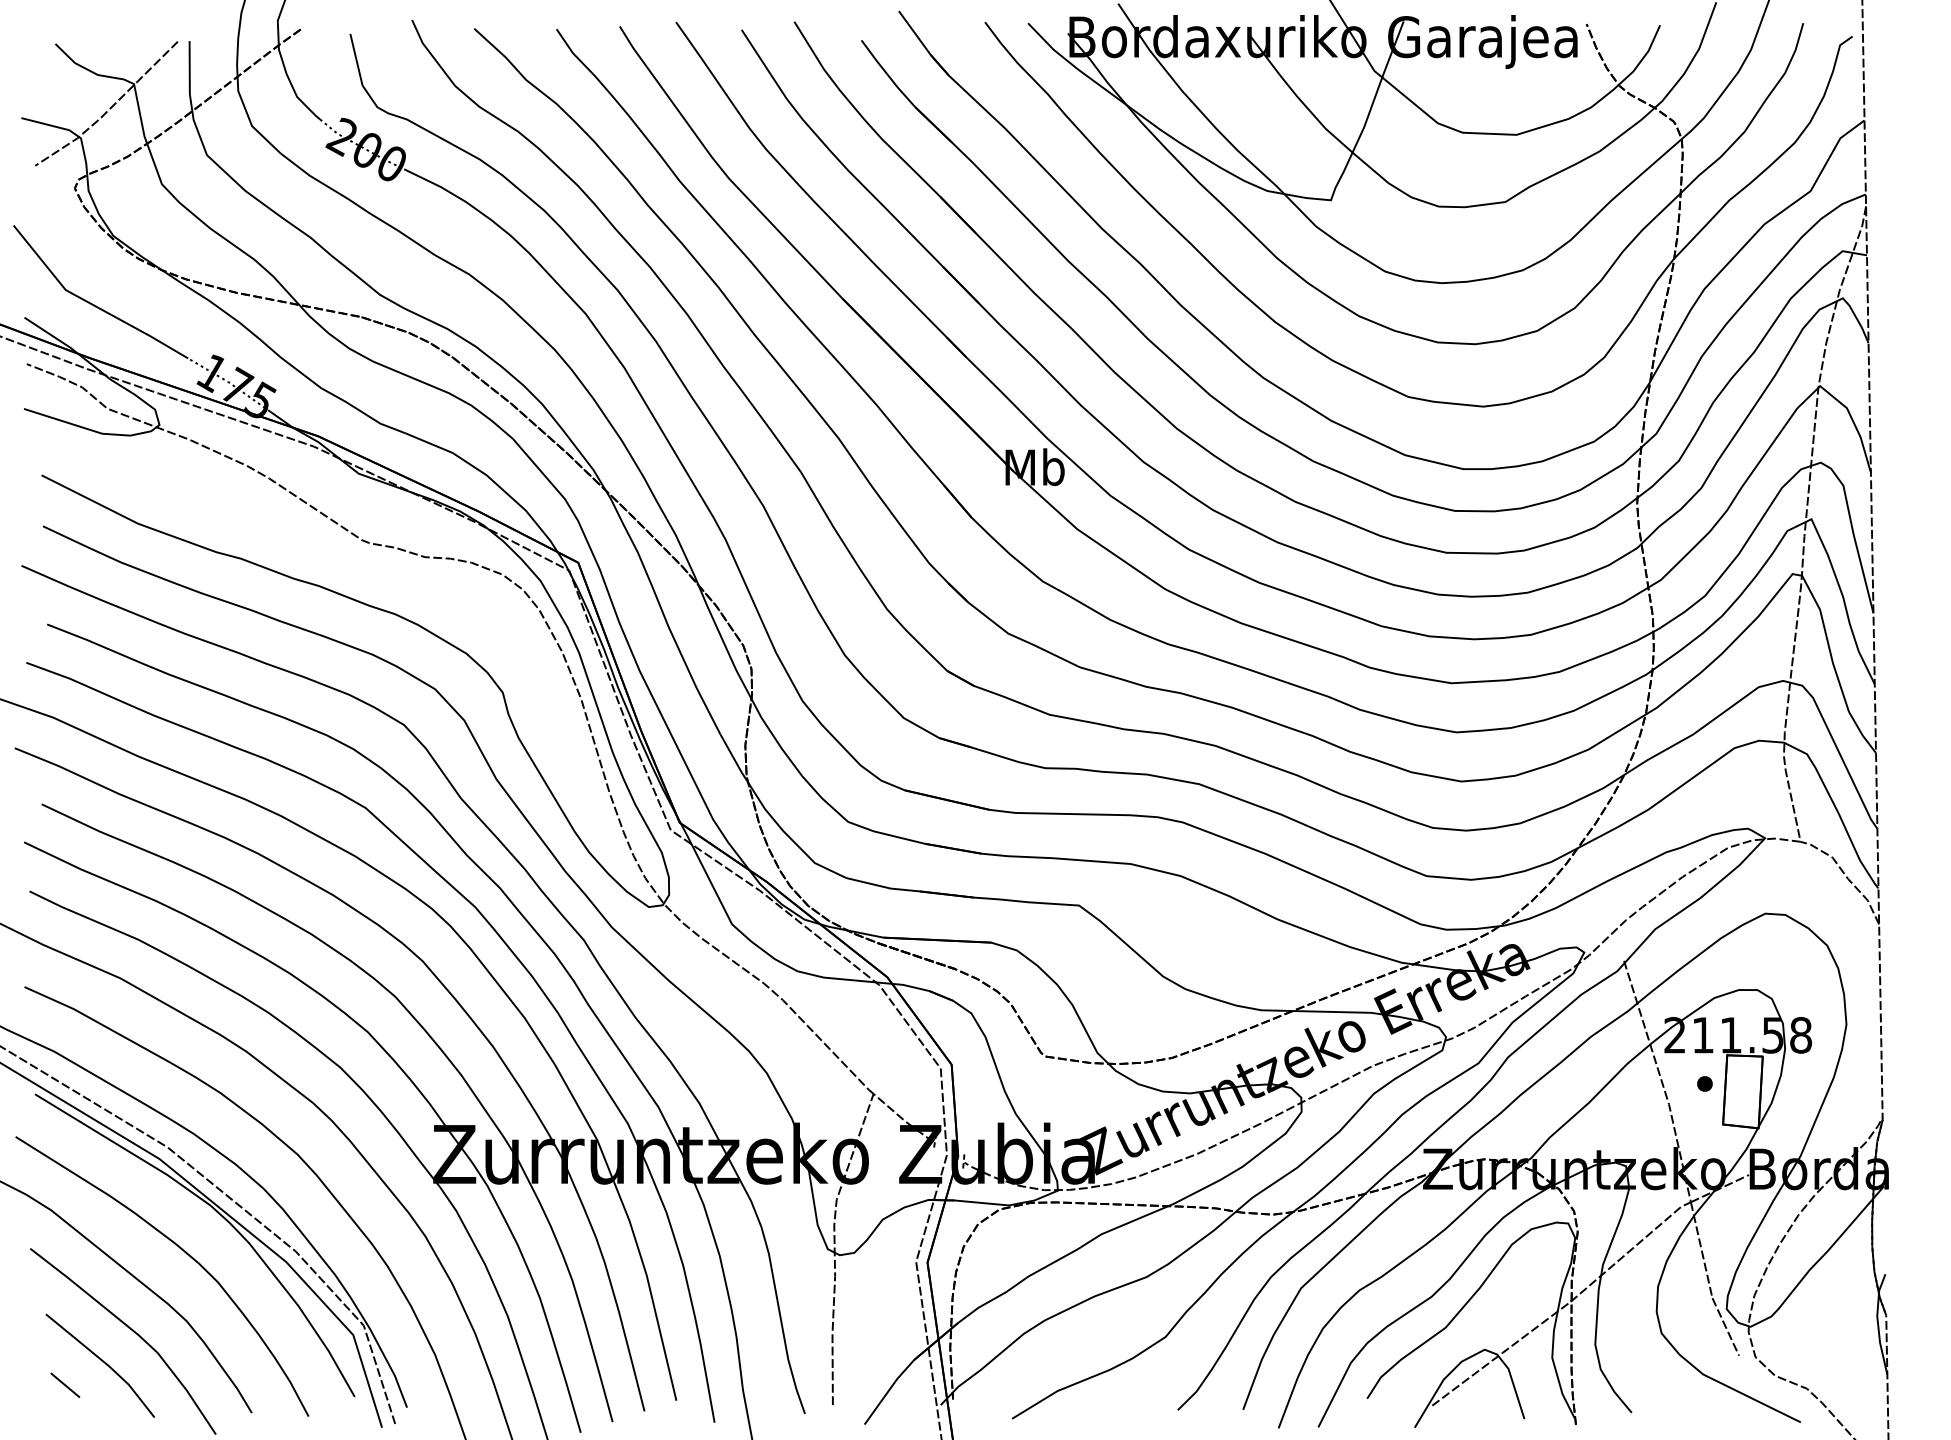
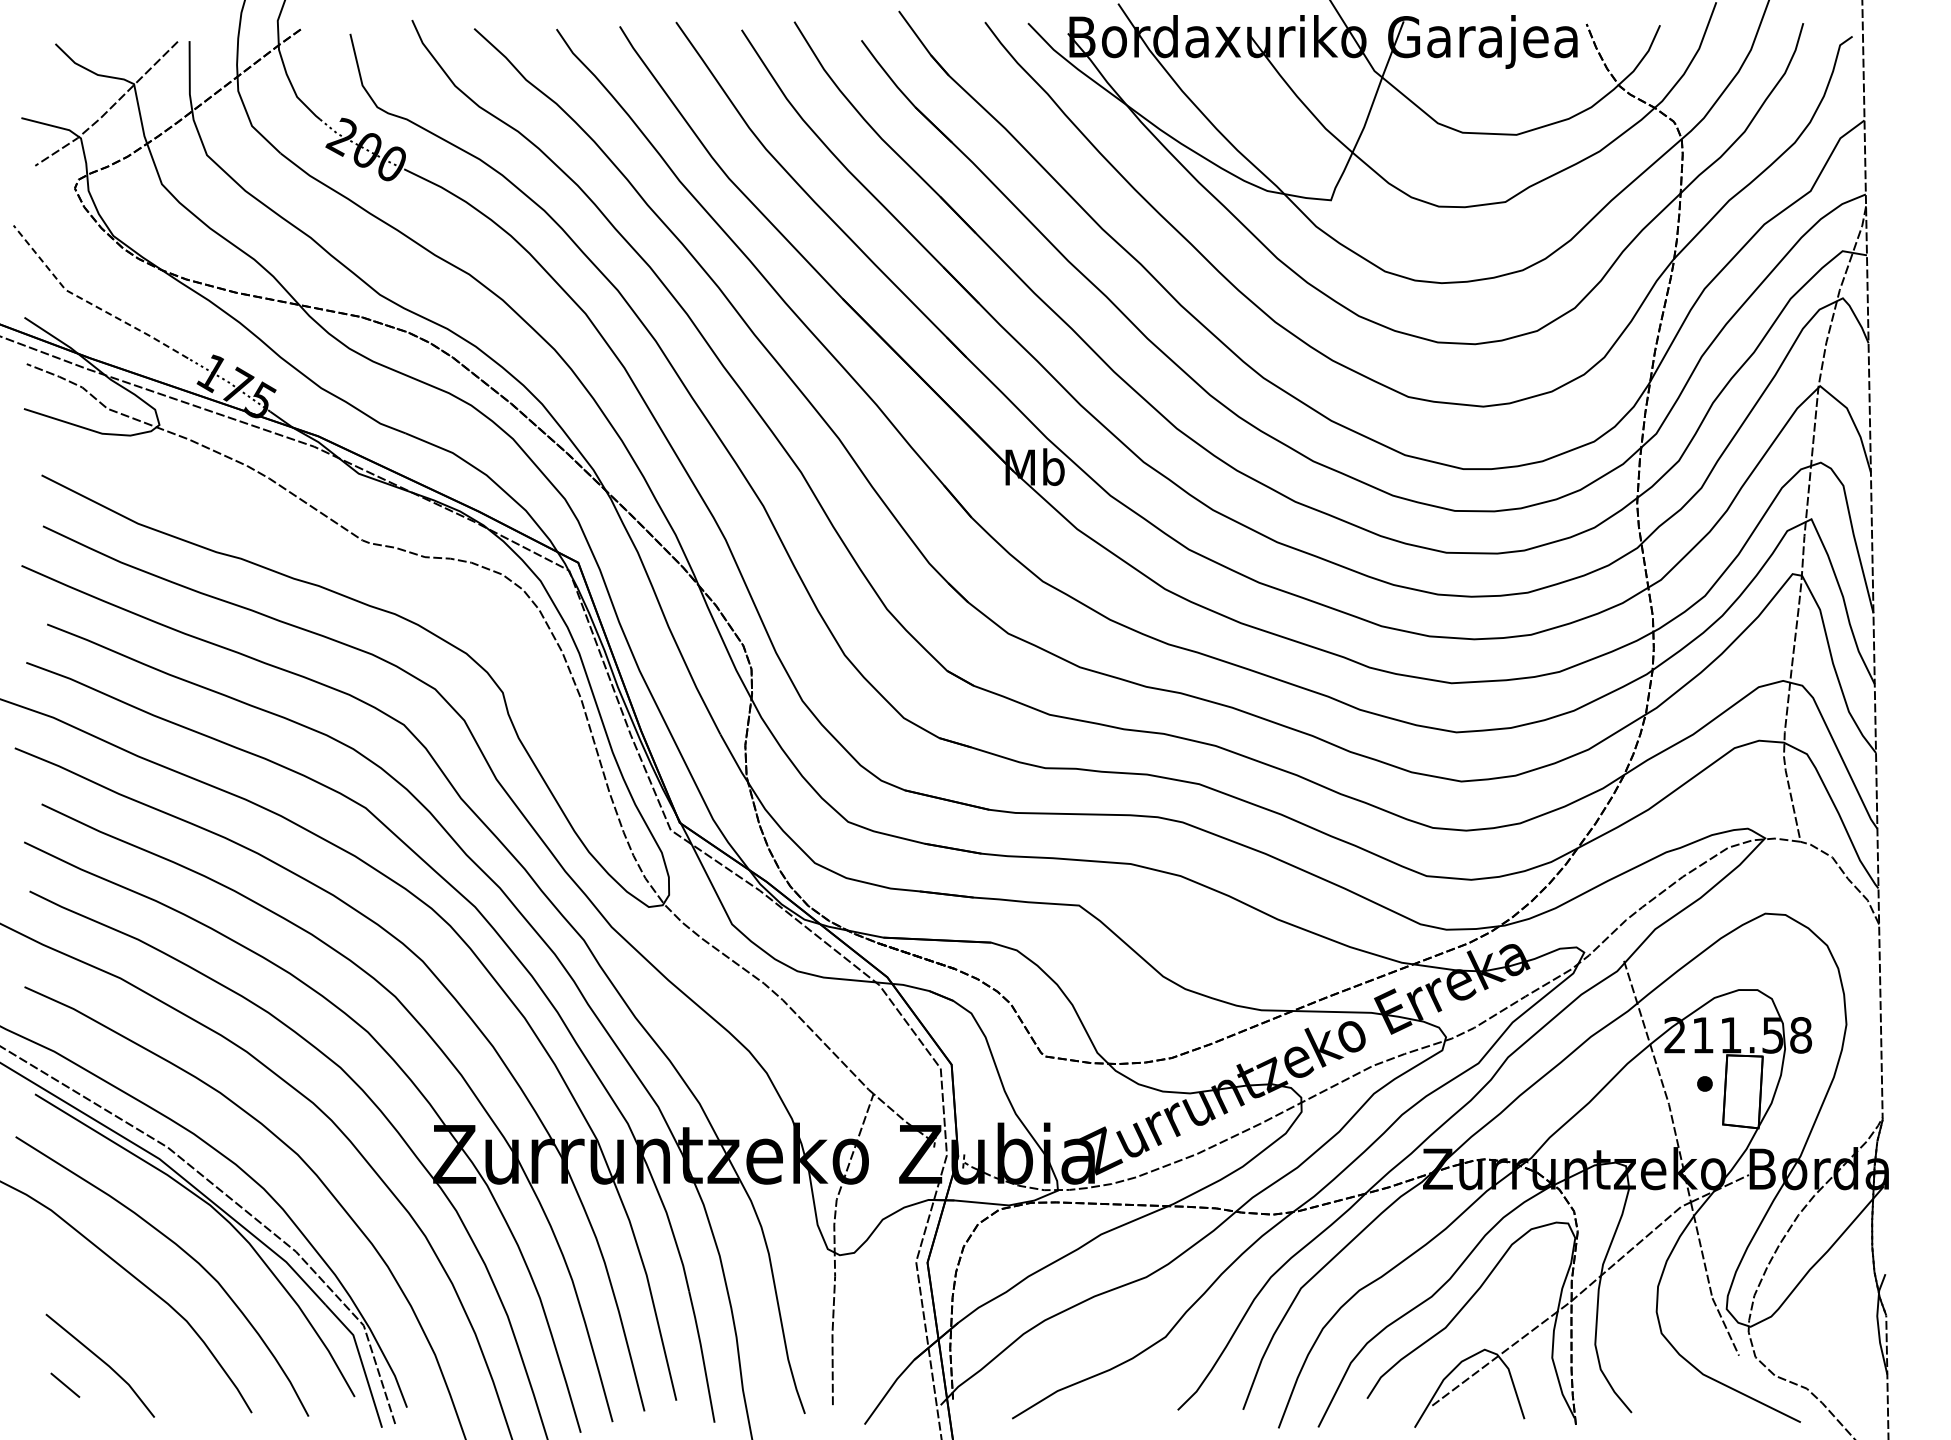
line at (91, 303): solid -> dashed
curve at (132, 1331): present -> none
